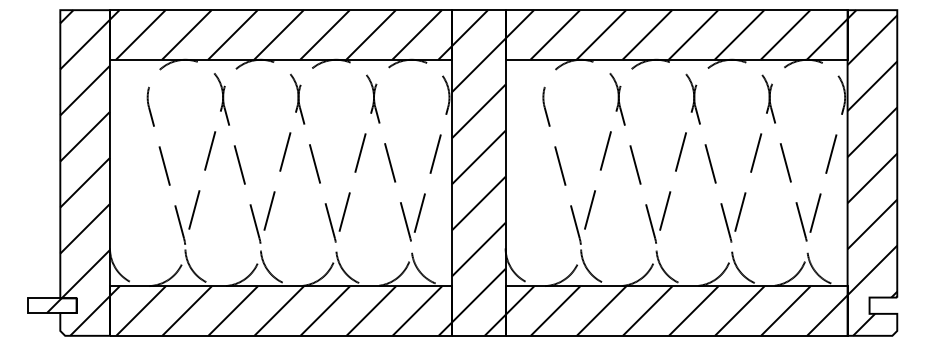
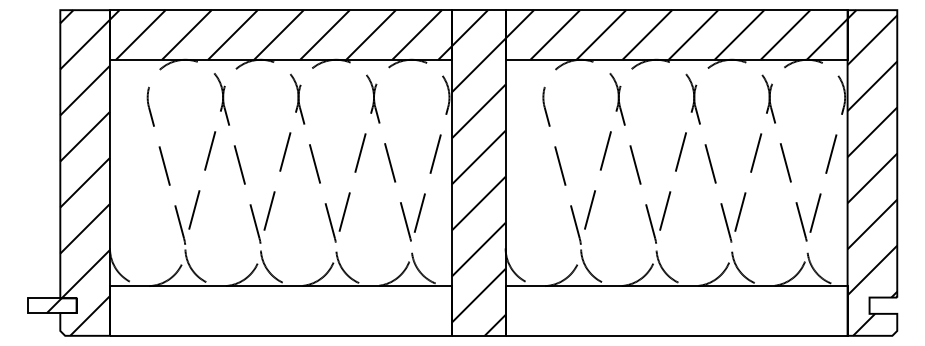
hatch at (280, 310): present -> none
hatch at (676, 310): present -> none
